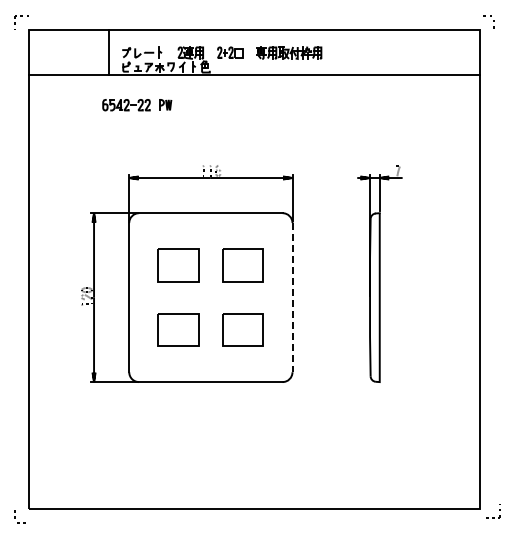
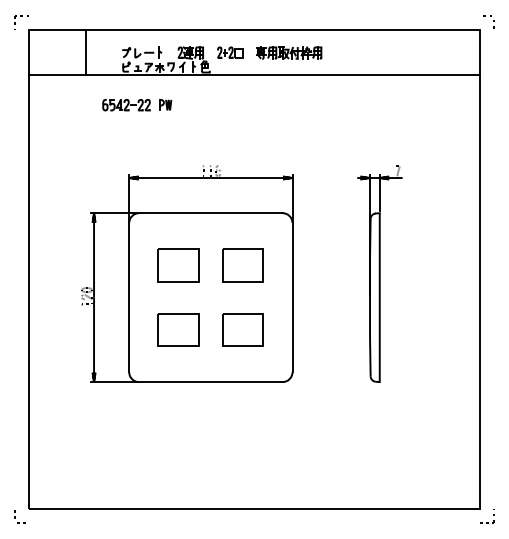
line at (108, 52) position: (108, 52) -> (85, 52)
line at (292, 297): dashed -> solid
line at (493, 517) position: (493, 517) -> (487, 522)
